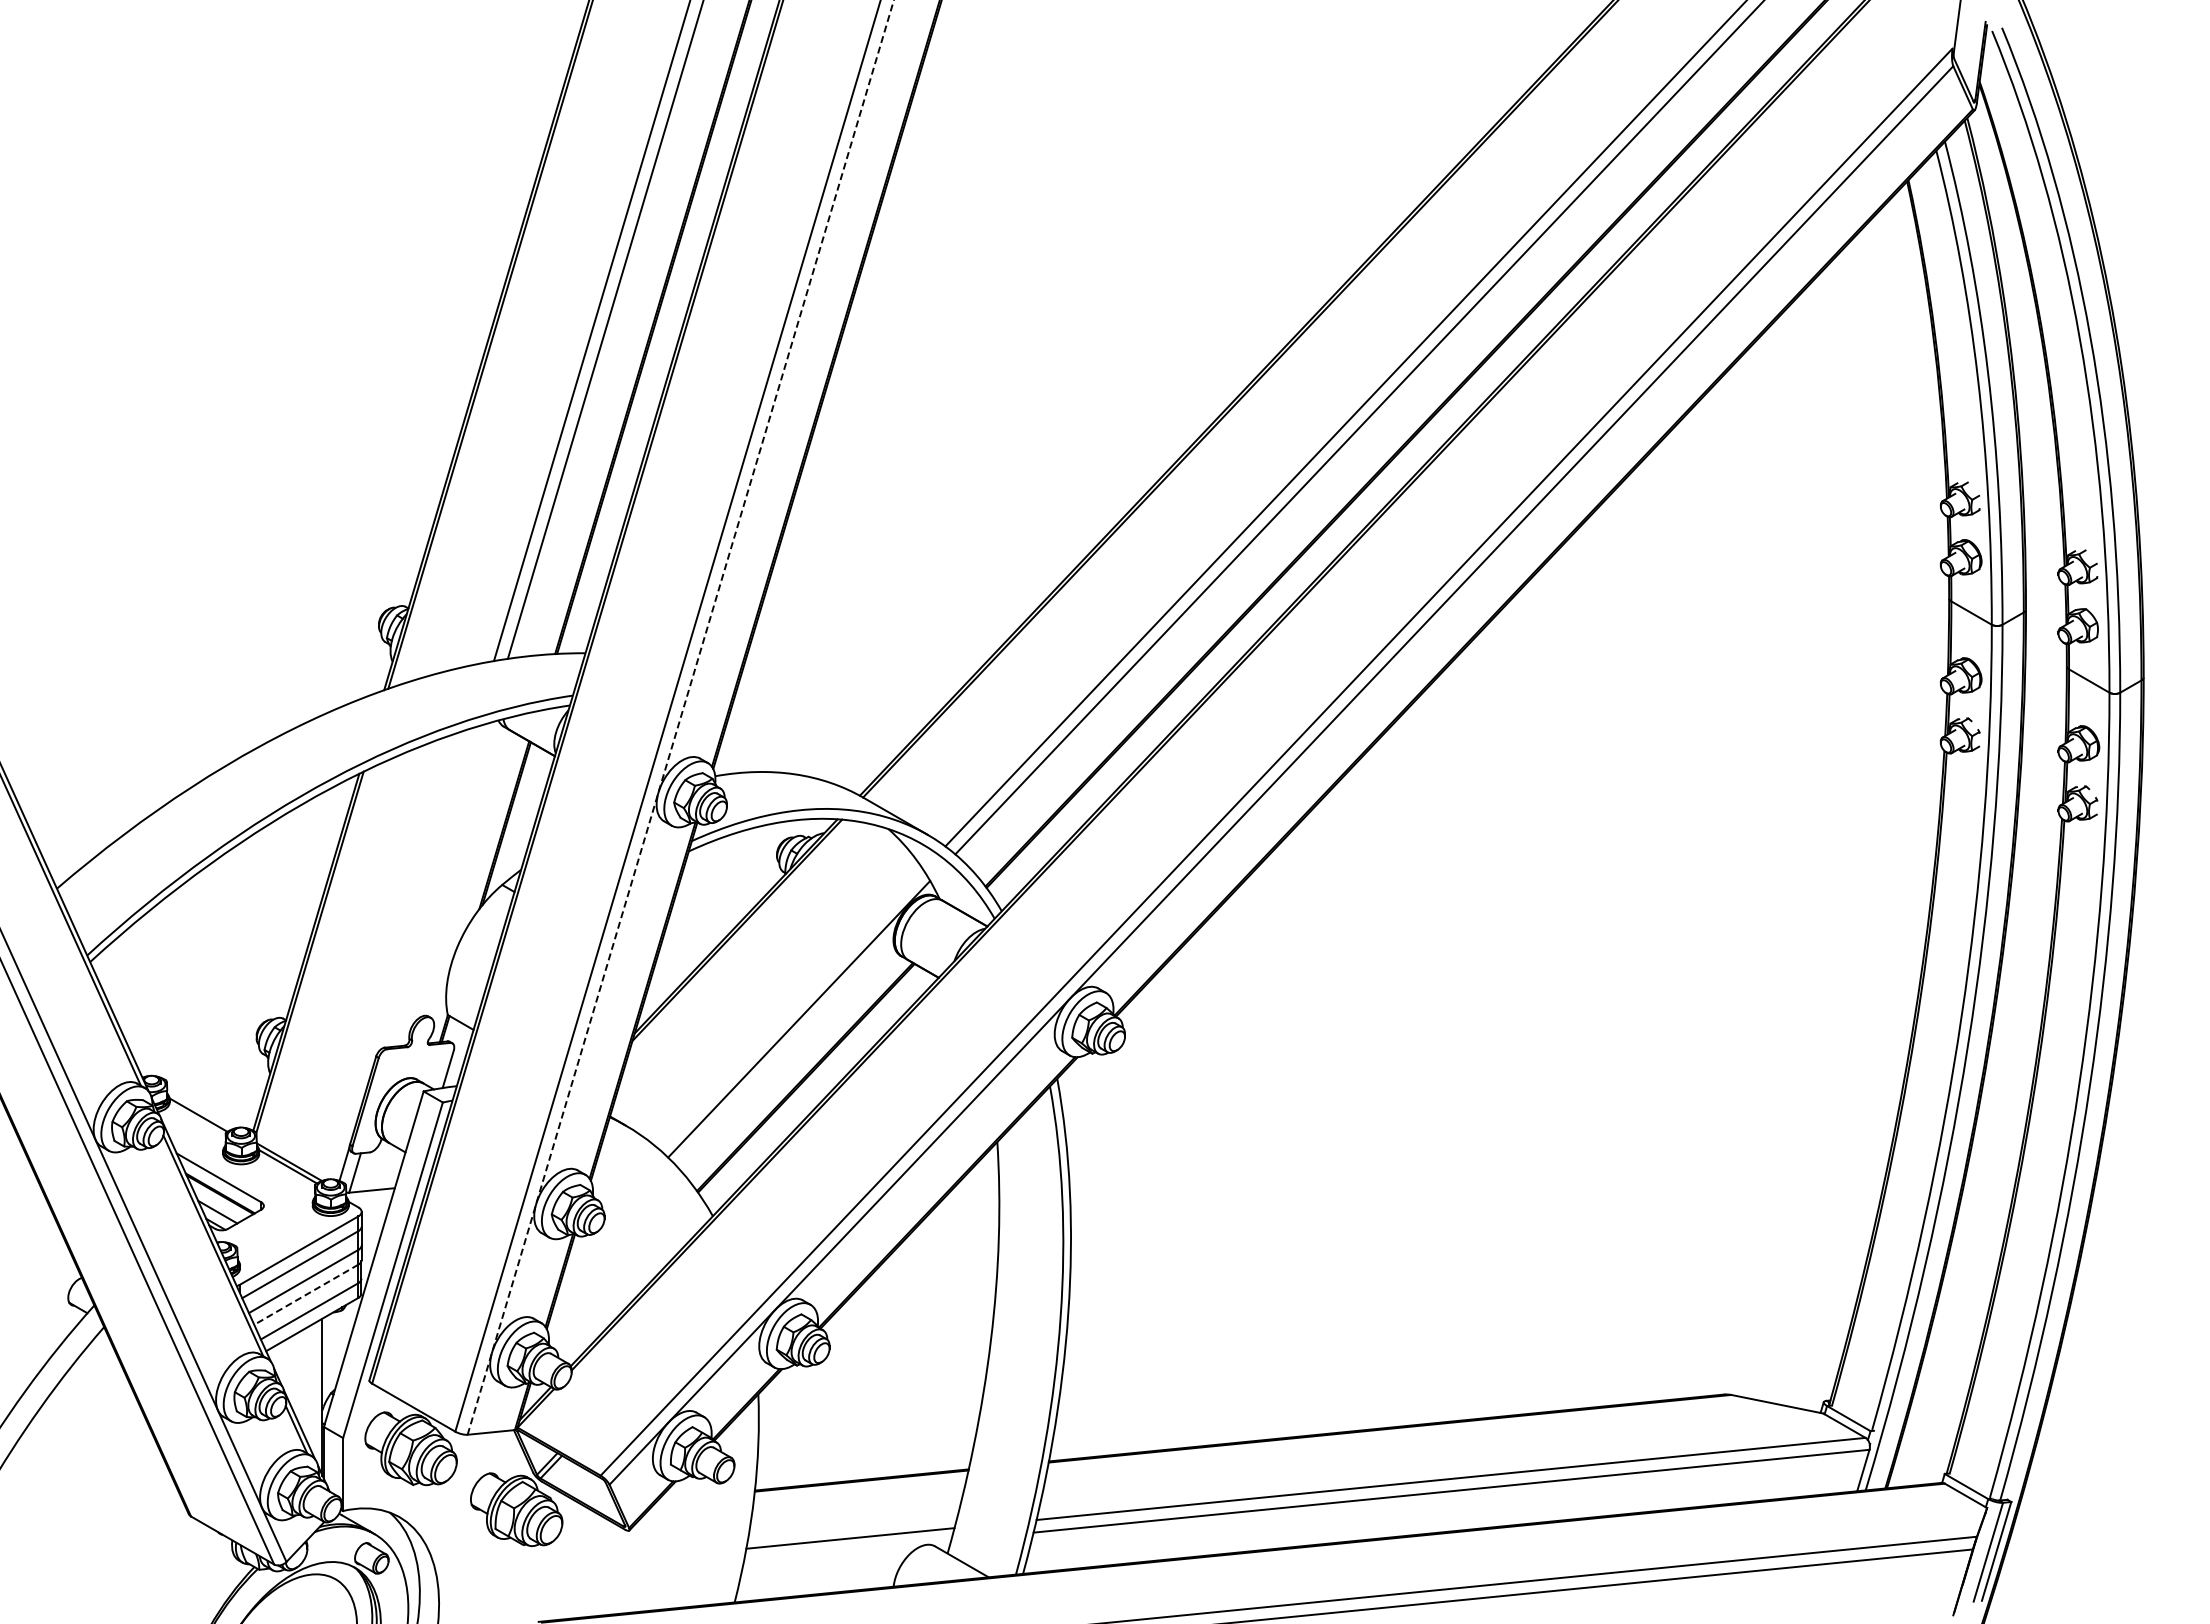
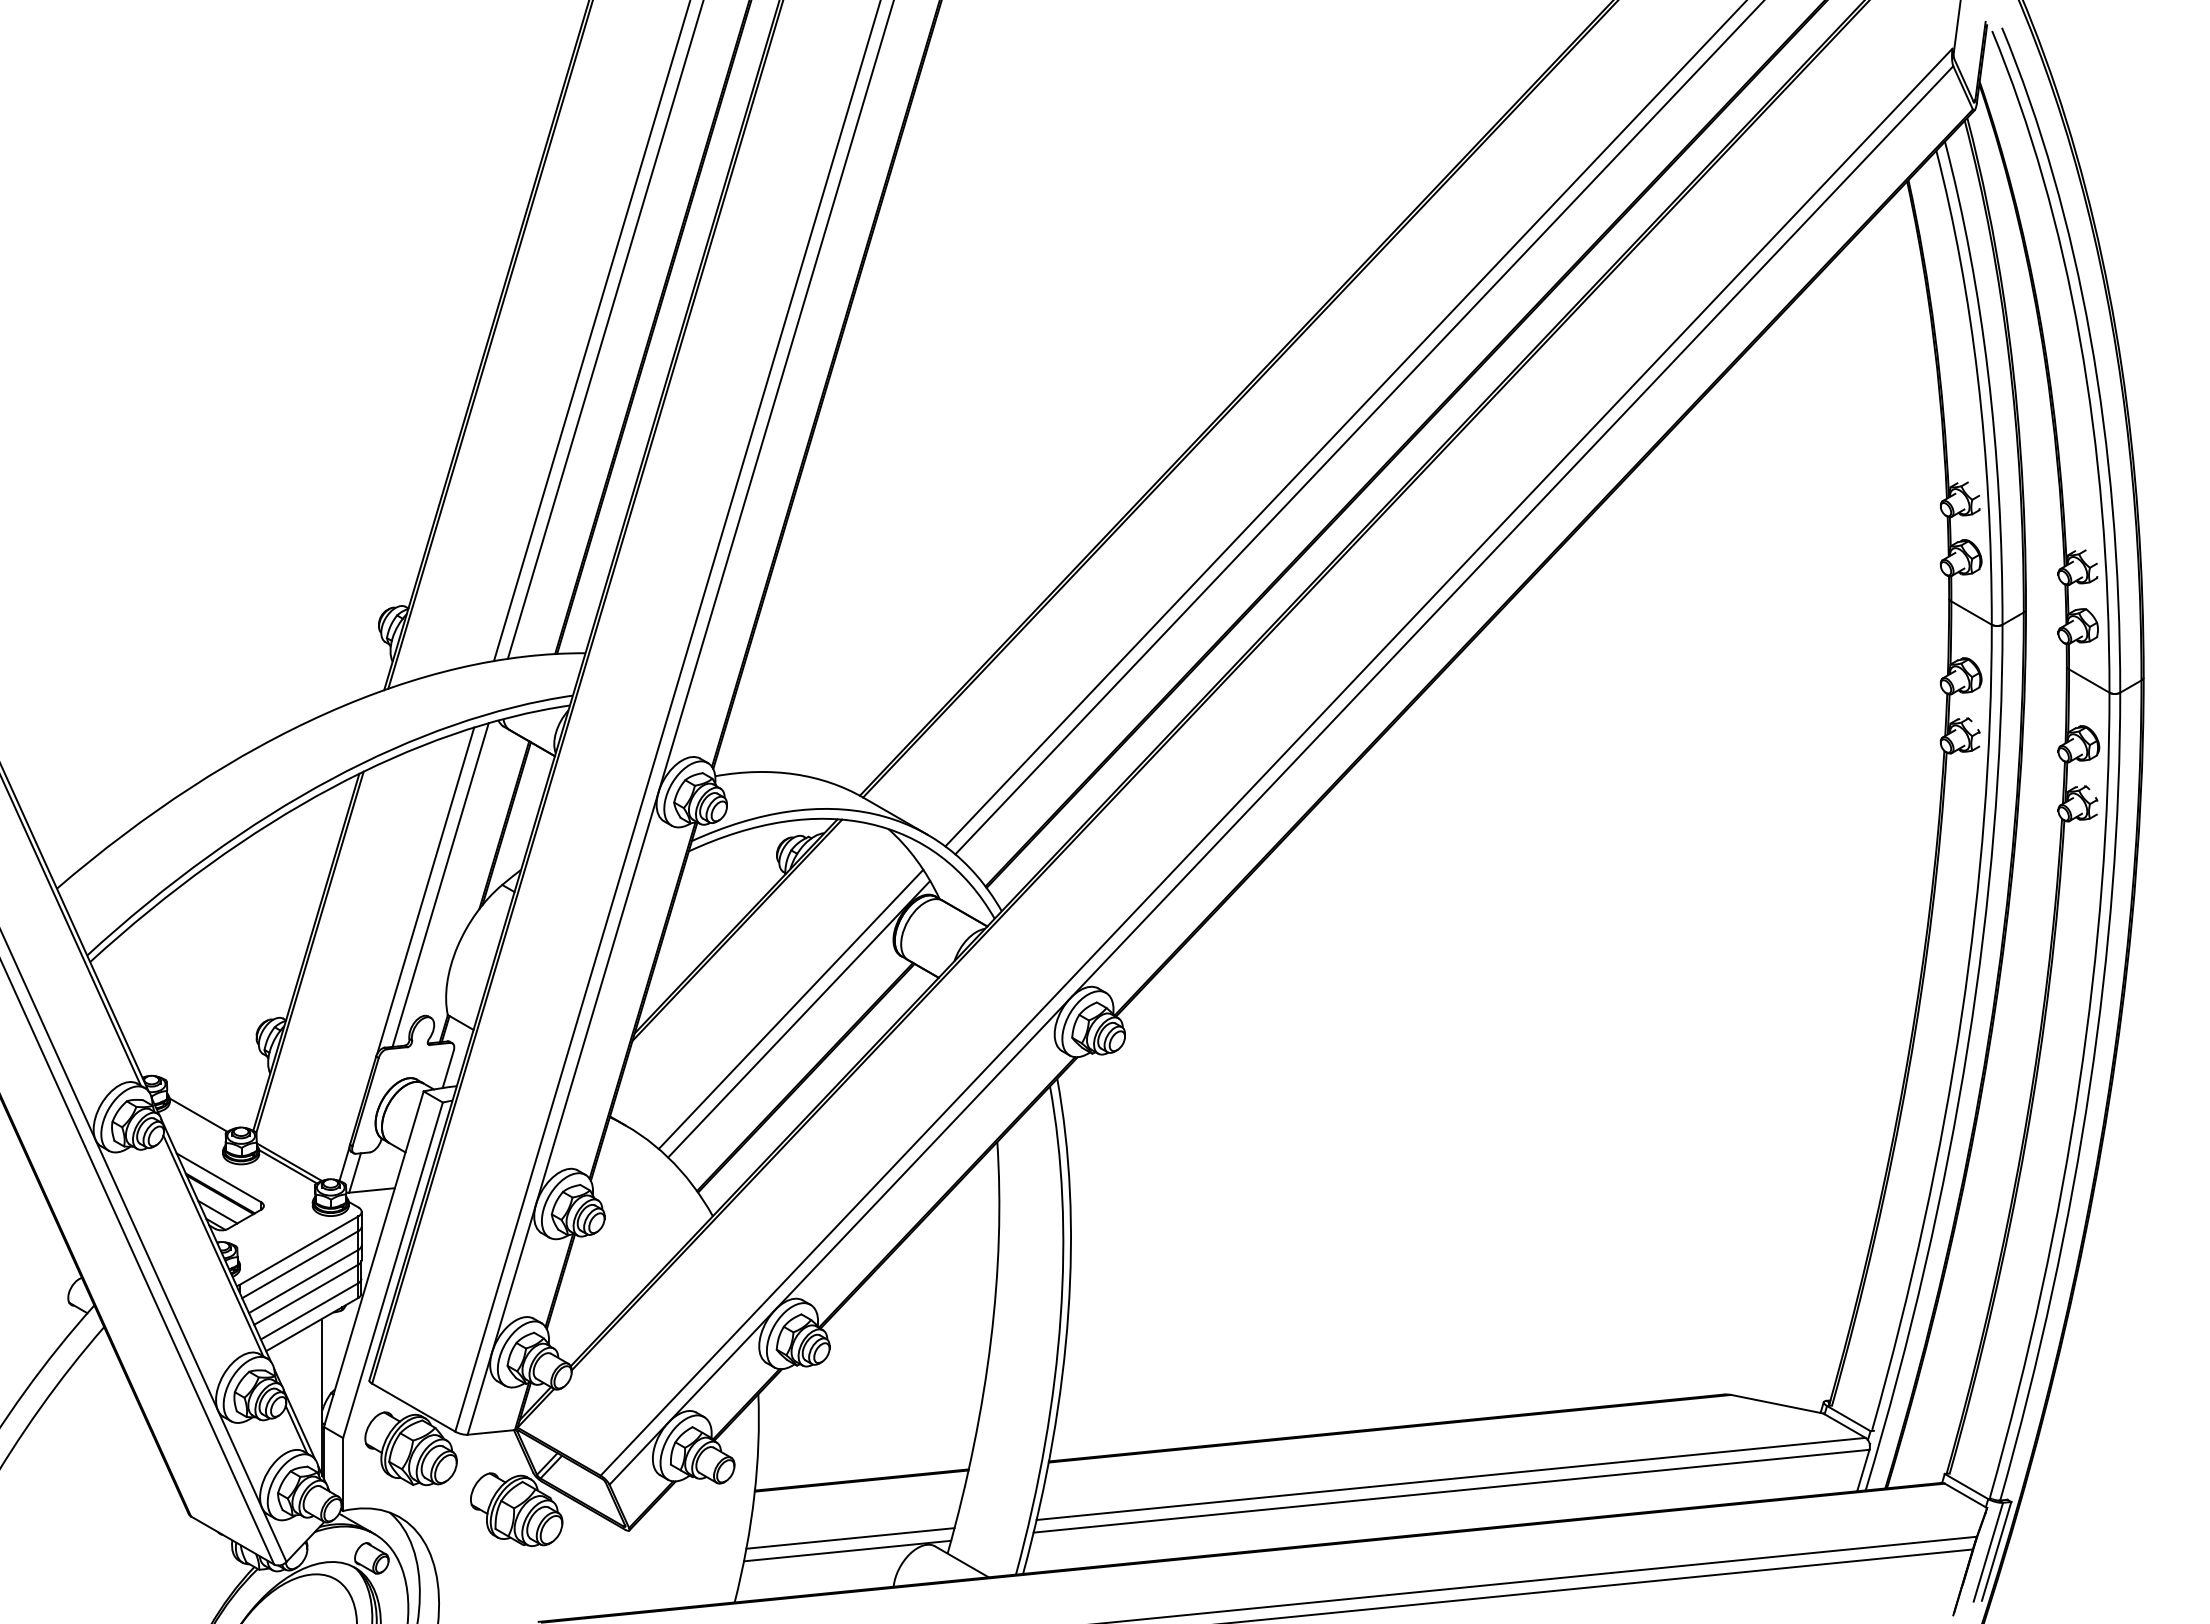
line at (680, 717): dashed -> solid
line at (440, 884): none -> present
line at (425, 890): none -> present
line at (790, 1009): none -> present
line at (305, 1294): dashed -> solid
line at (847, 1550): none -> present
